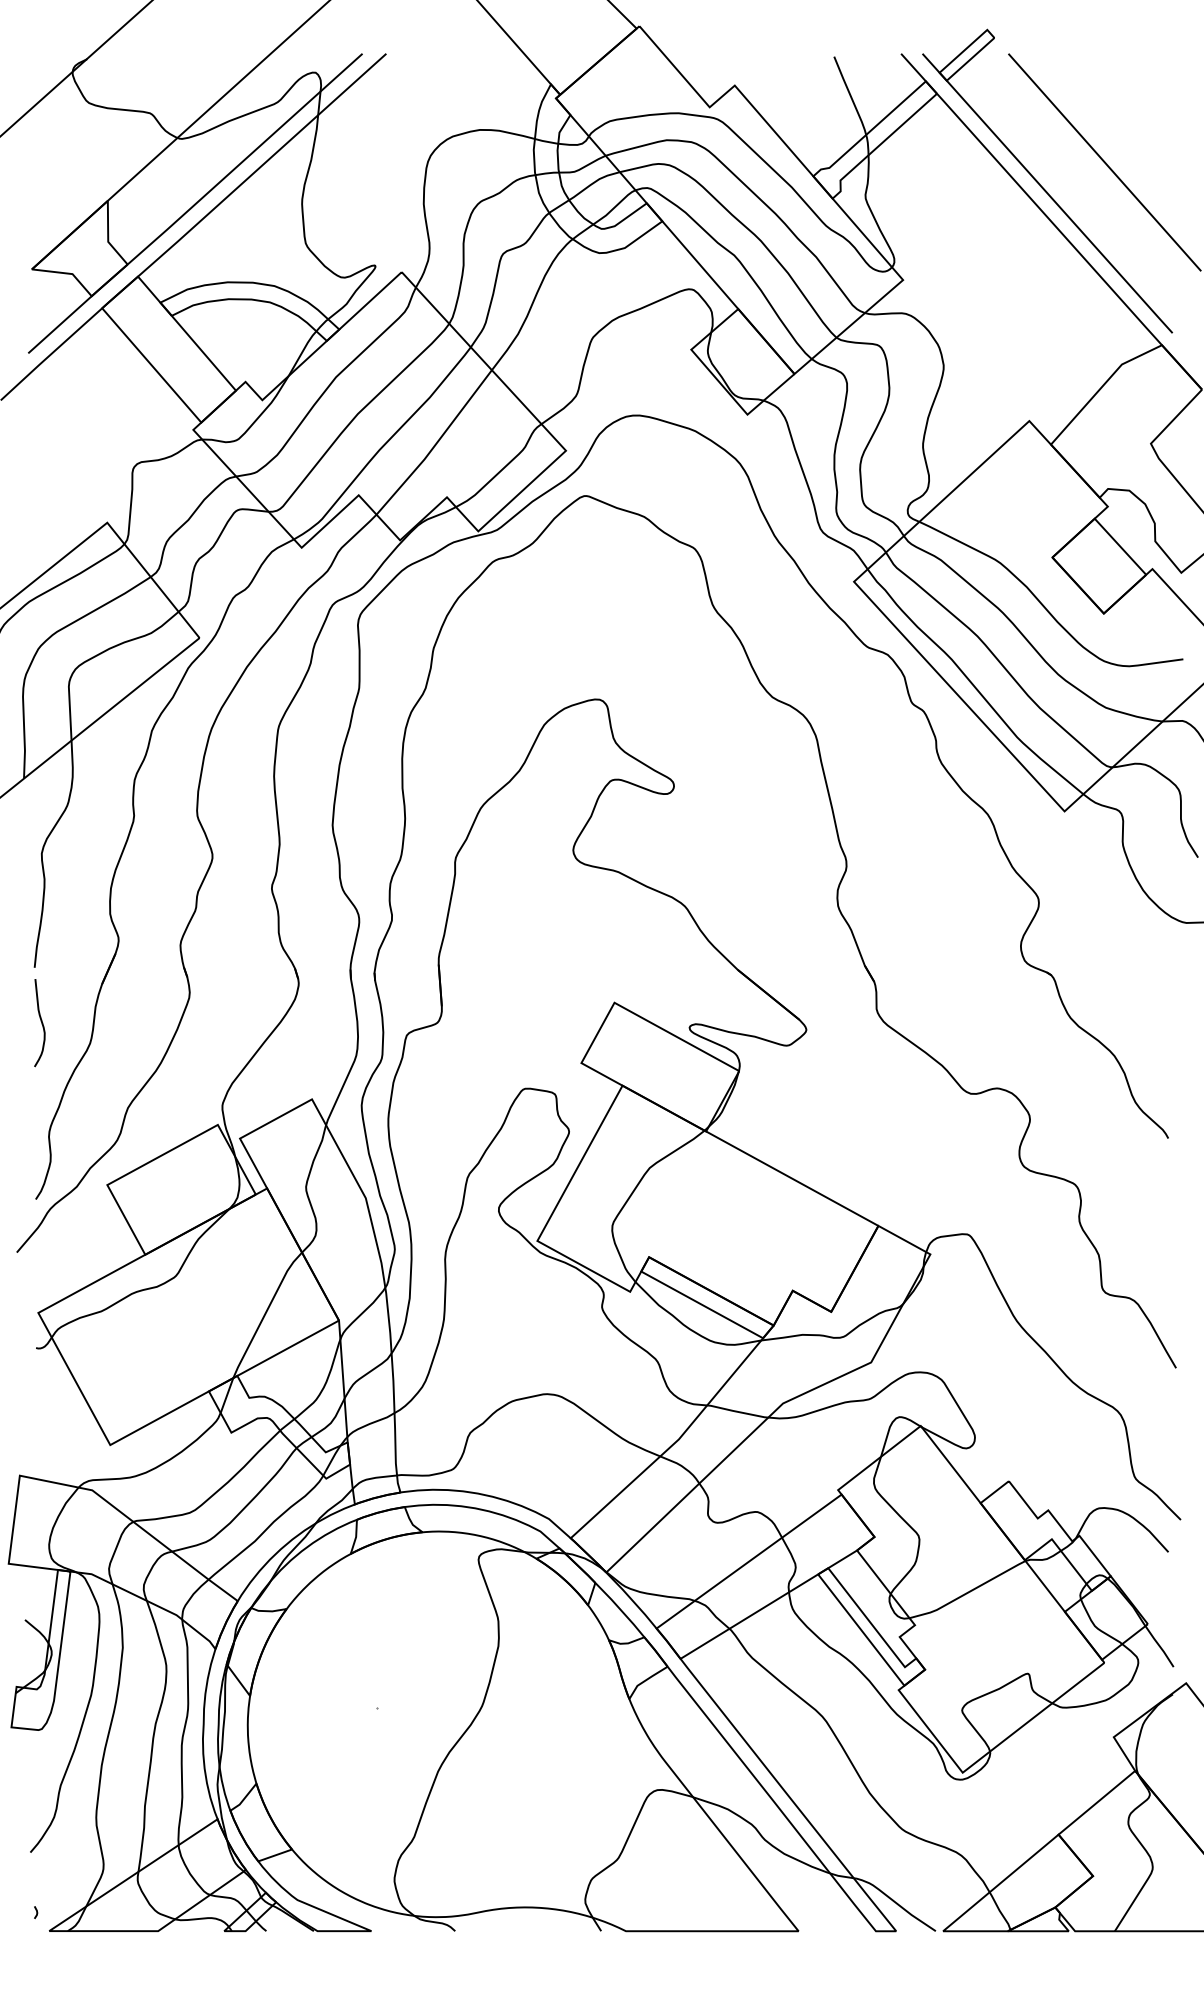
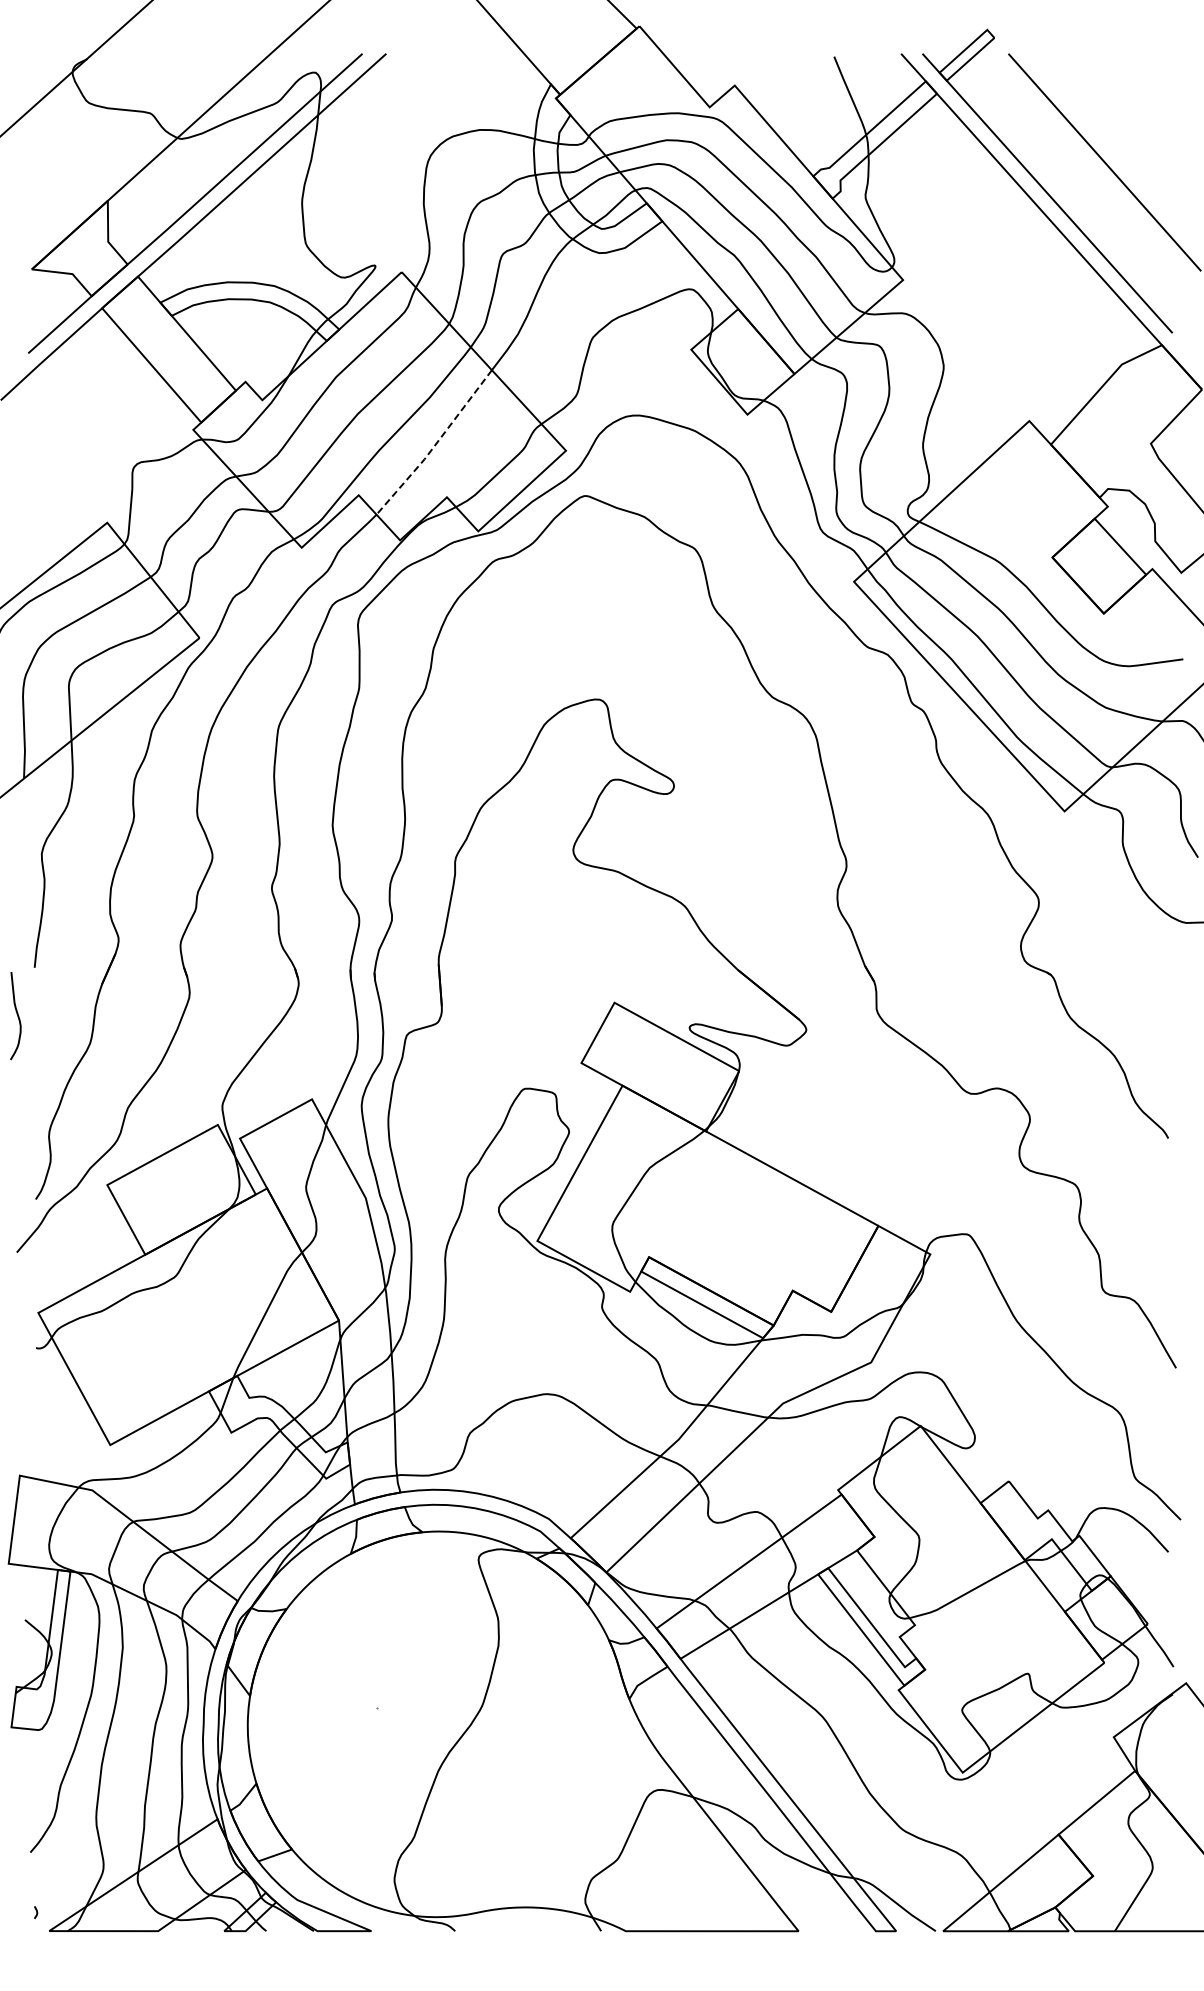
line at (435, 445): solid -> dashed
curve at (41, 1023) position: (41, 1023) -> (17, 1016)
